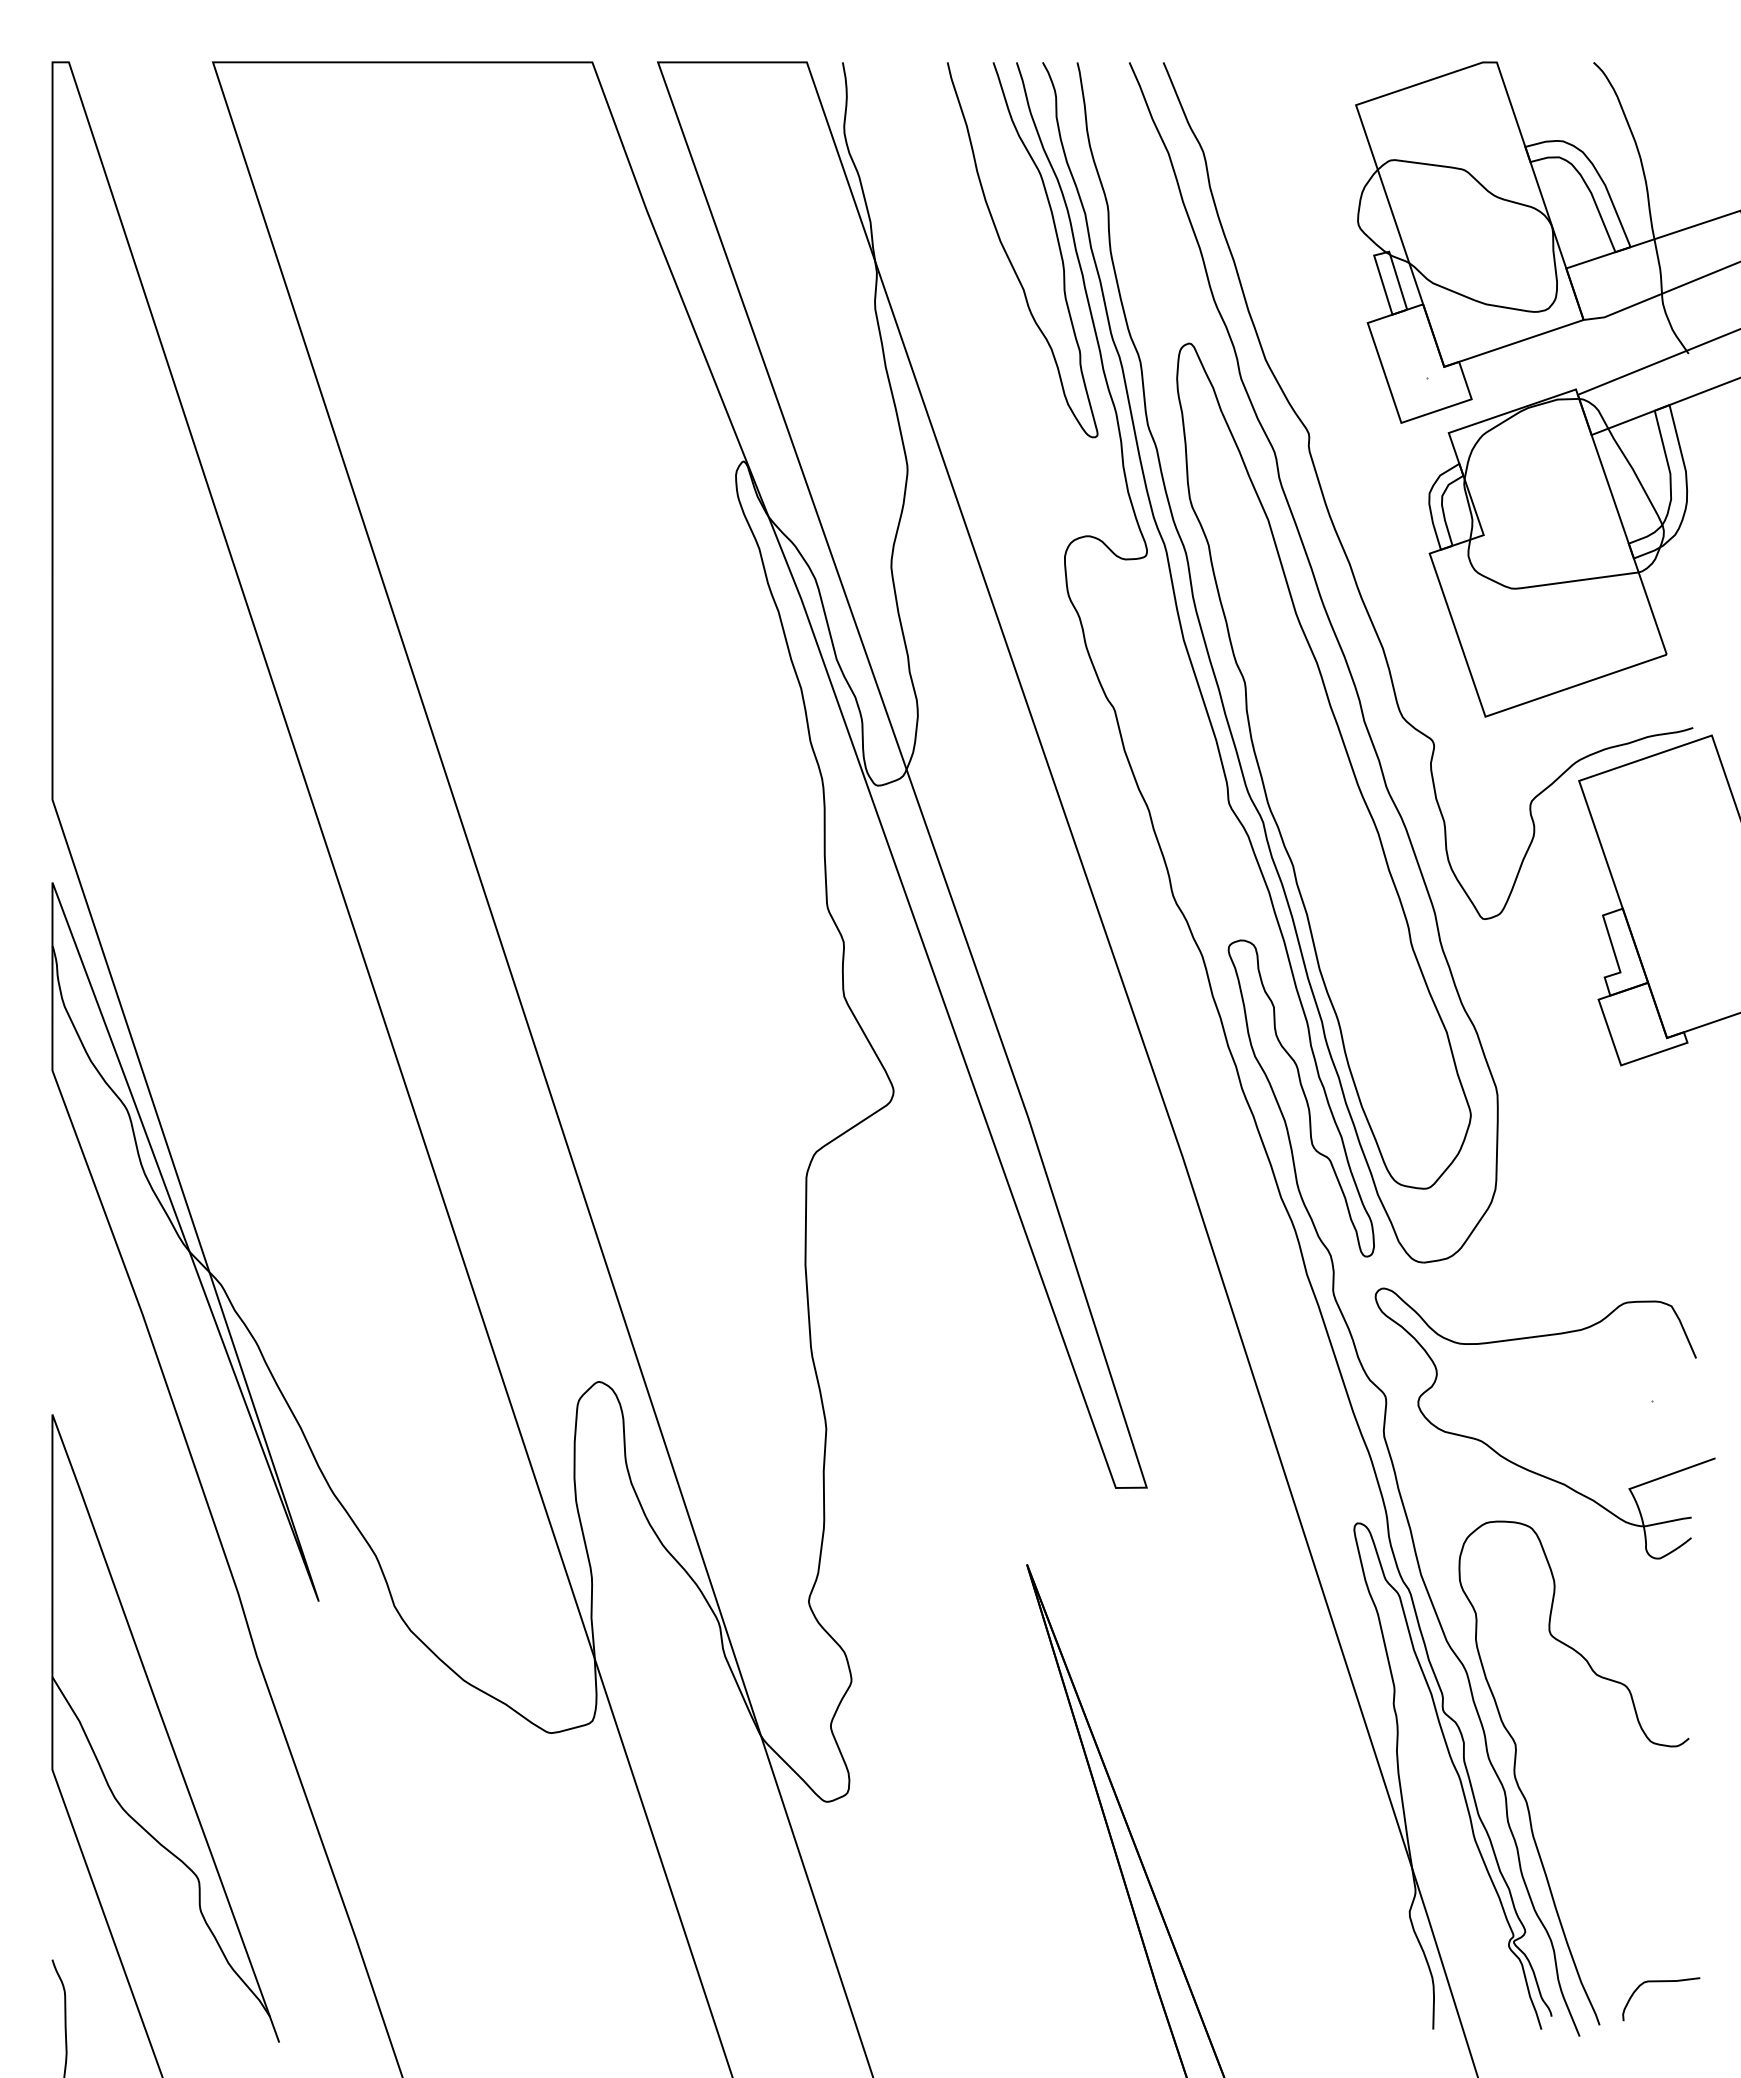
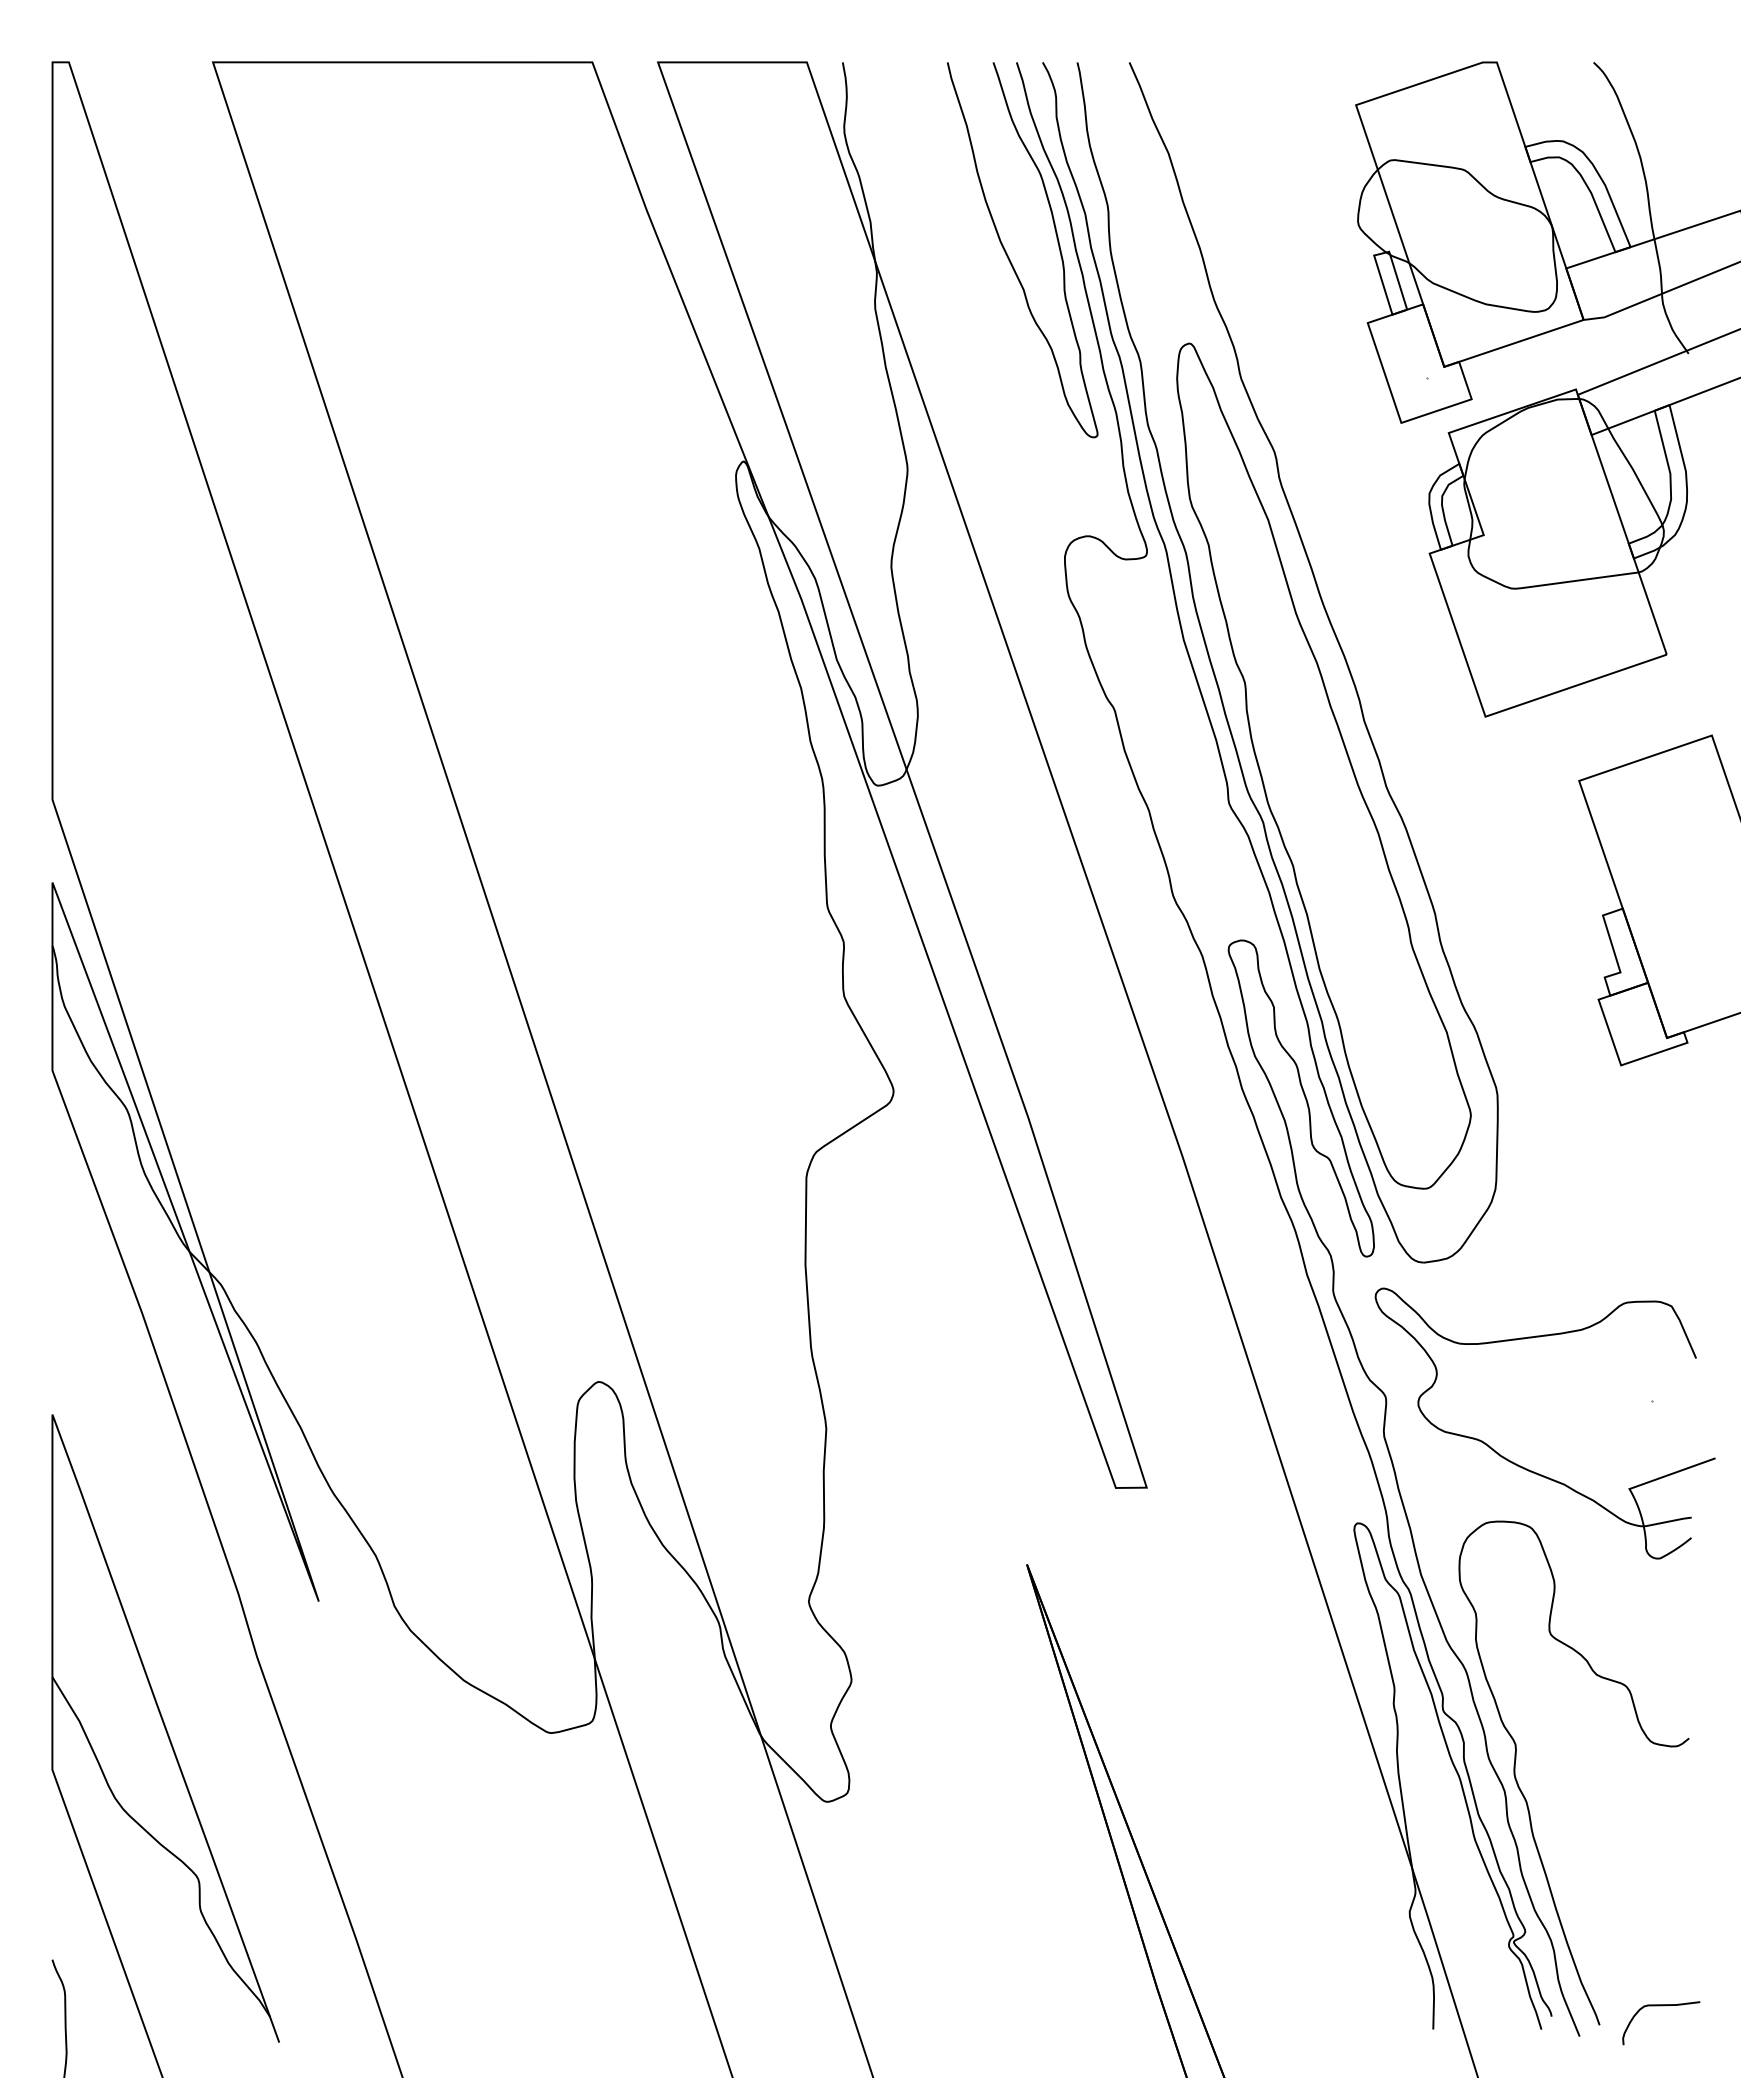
curve at (1336, 529): present -> none
curve at (1661, 1982) position: (1661, 1982) -> (1661, 2006)
